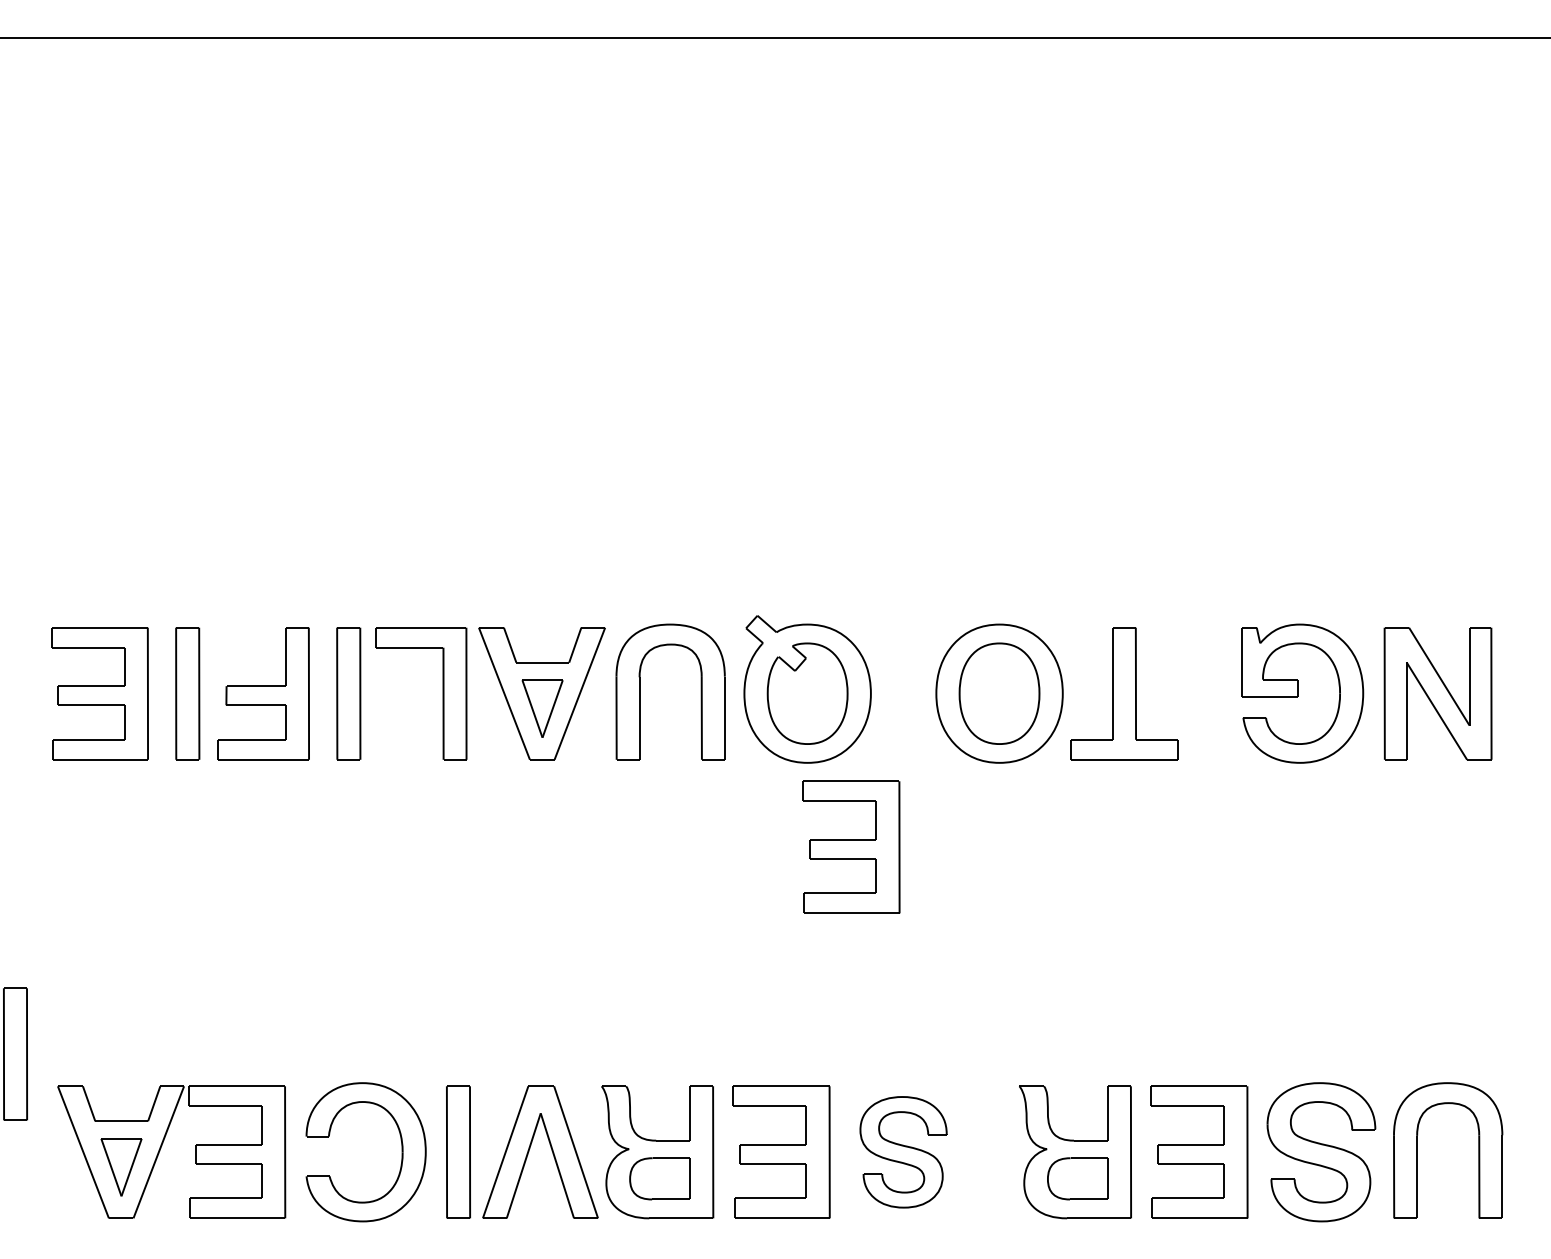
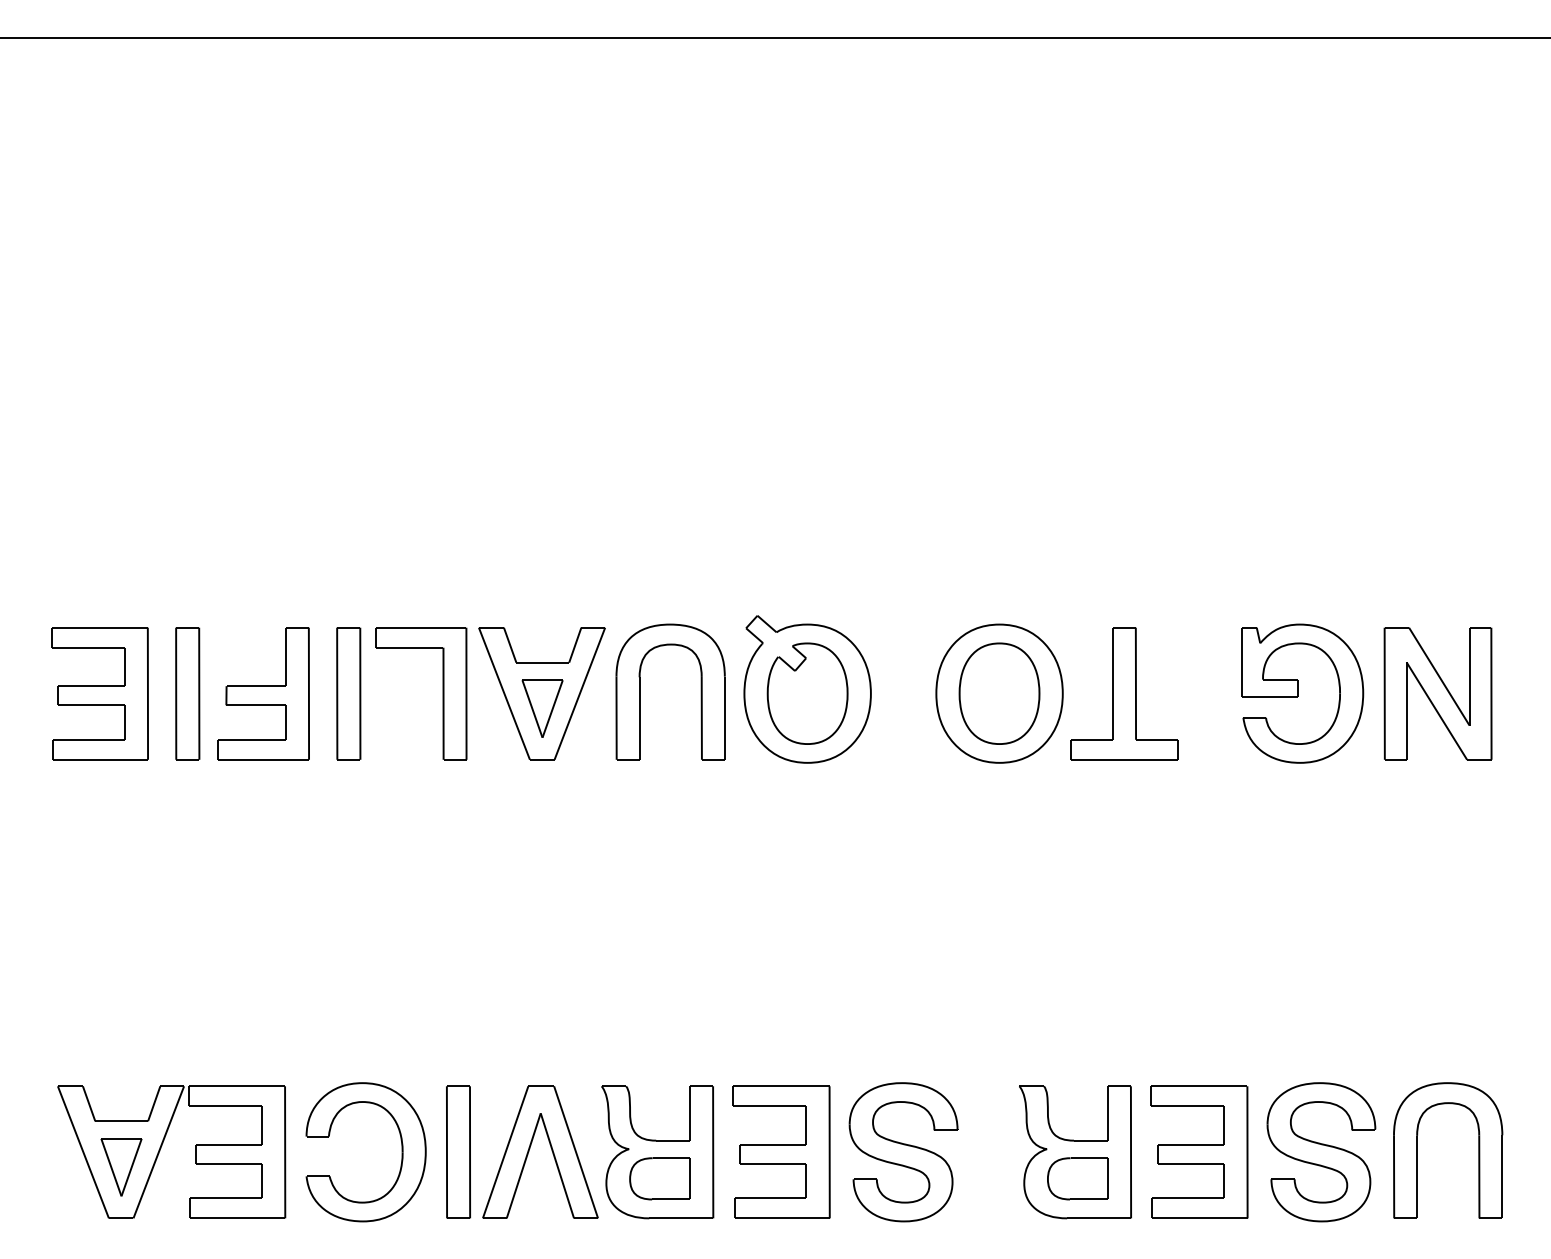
part at (851, 846): present -> none
part at (15, 1053): present -> none
part at (903, 1152) size: 89x113 px -> 111x141 px
